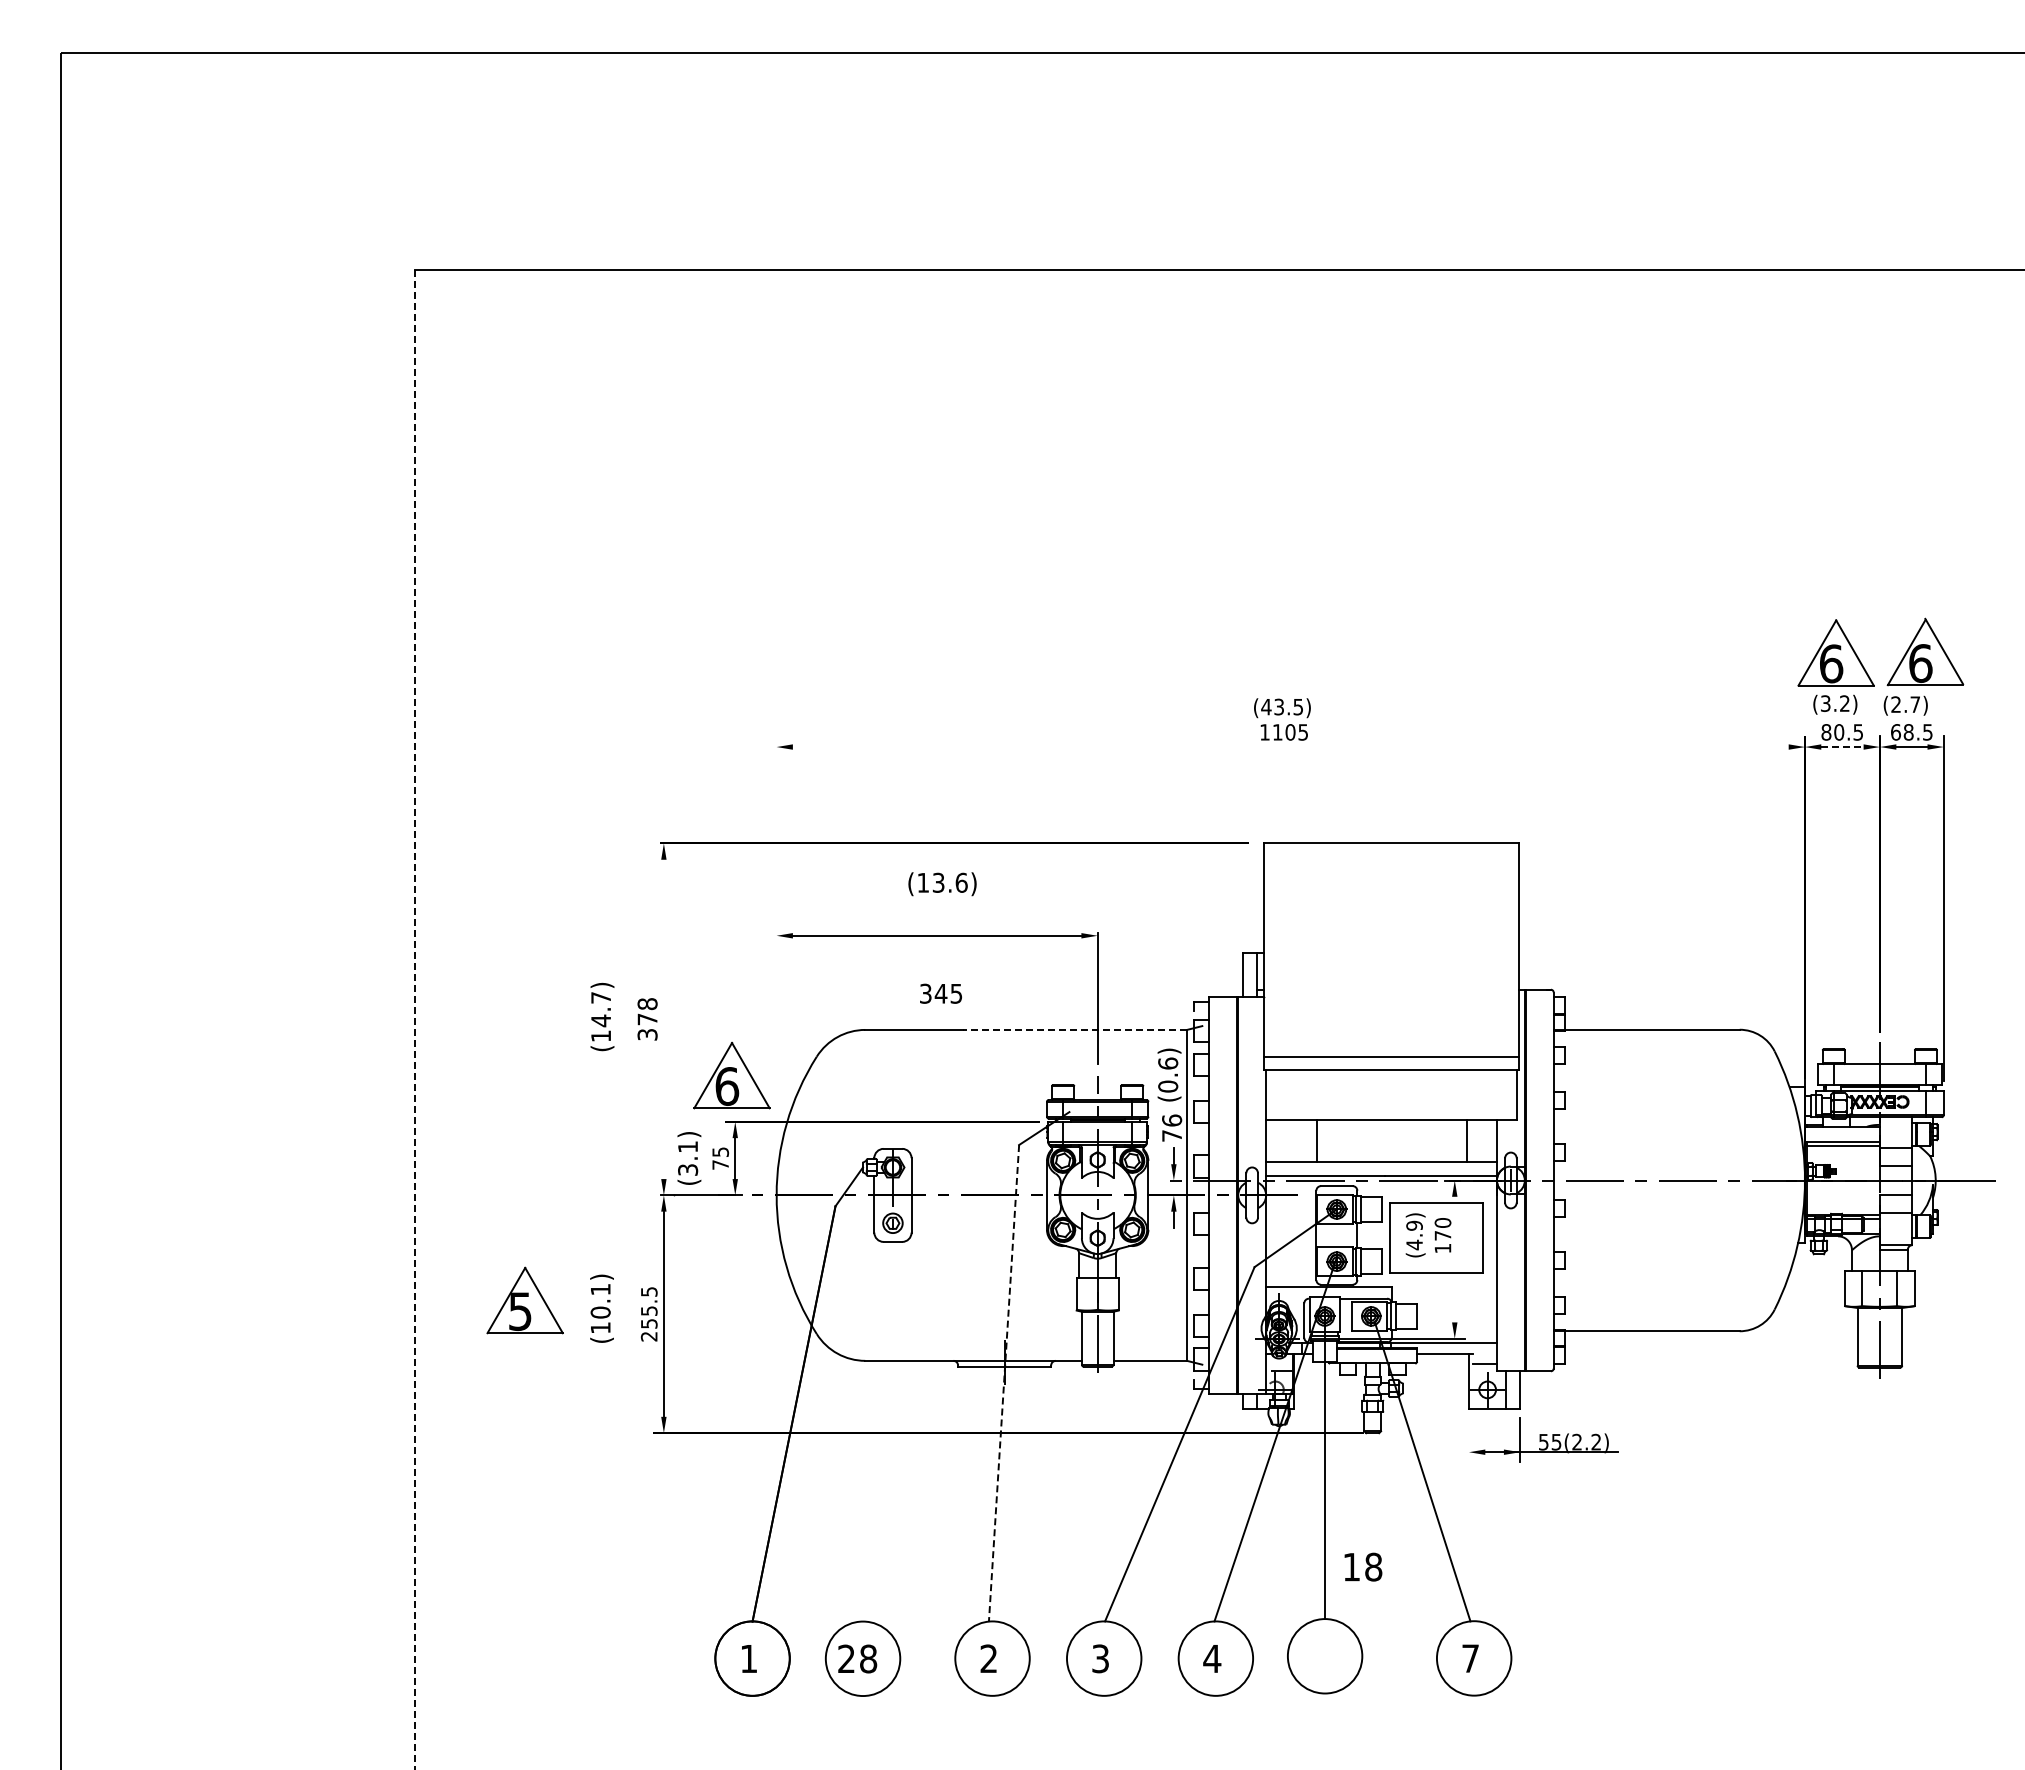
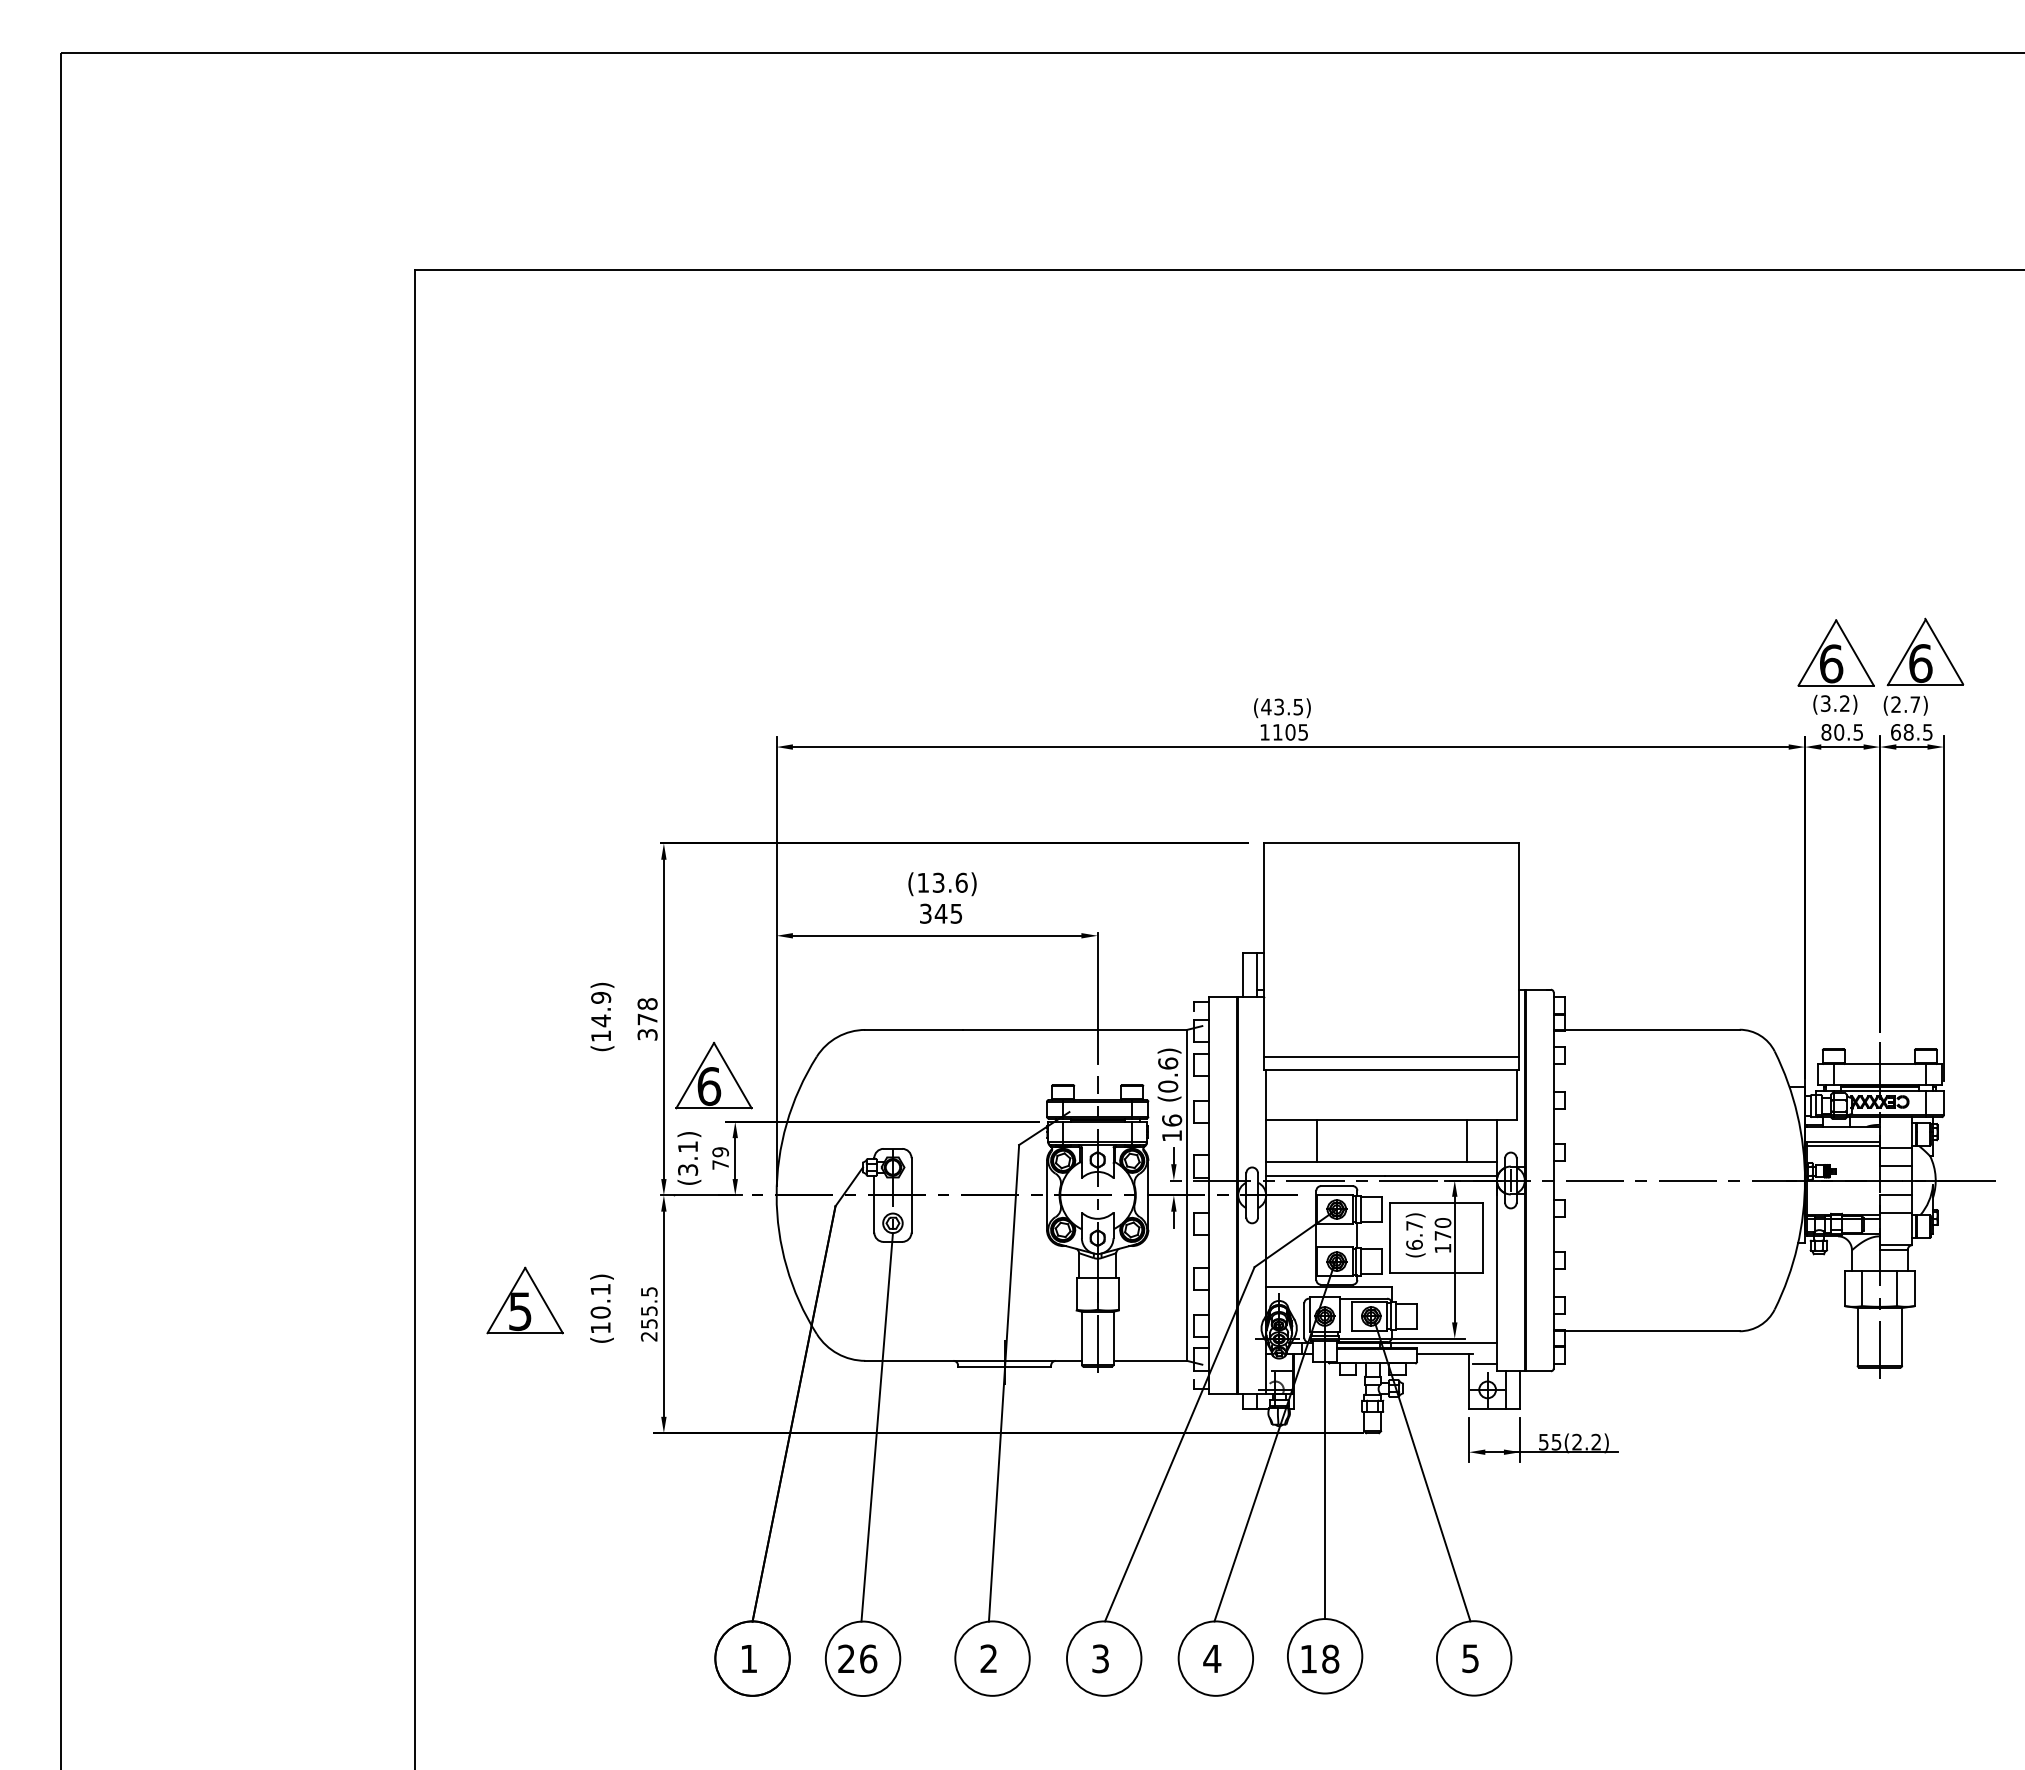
line at (1290, 747): none -> present
line at (1842, 747): dashed -> solid
line at (776, 961): none -> present
text at (940, 993) position: (940, 993) -> (940, 913)
text at (601, 997): (14.7) -> (14.9)
line at (663, 1019): none -> present
line at (415, 1020): dashed -> solid
line at (1074, 1029): dashed -> solid
part at (731, 1075) position: (731, 1075) -> (713, 1075)
text at (1171, 1135): 76 -> 16
text at (720, 1152): 75 -> 79
text at (1414, 1235): (4.9) -> (6.7)
line at (1454, 1259): none -> present
line at (1004, 1383): dashed -> solid
line at (876, 1427): none -> present
line at (1469, 1439): none -> present
text at (1363, 1566) position: (1363, 1566) -> (1320, 1658)
text at (868, 1658): 28 -> 26
text at (1470, 1658): 7 -> 5
